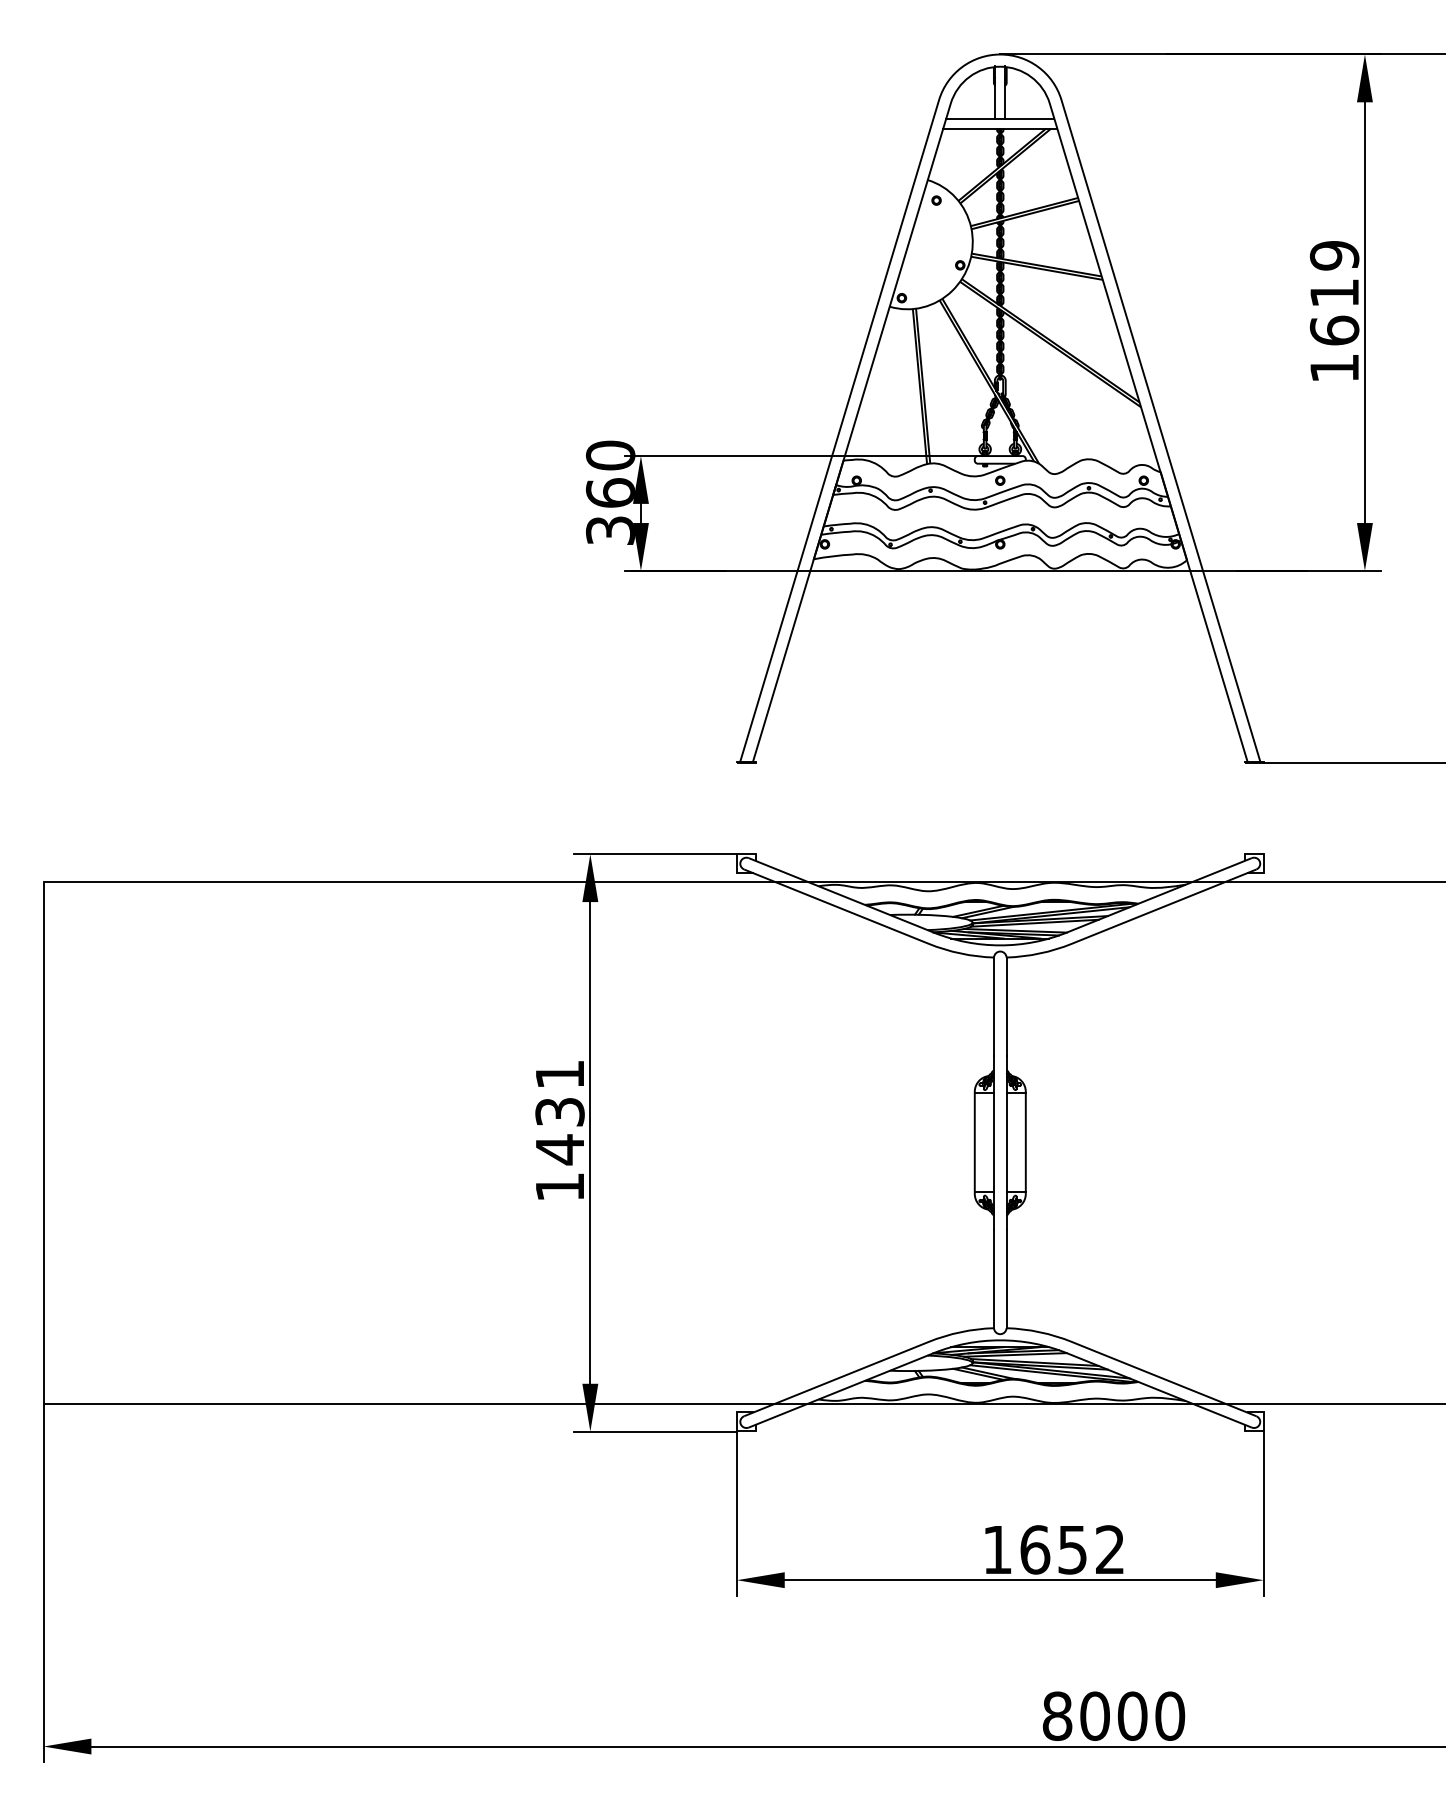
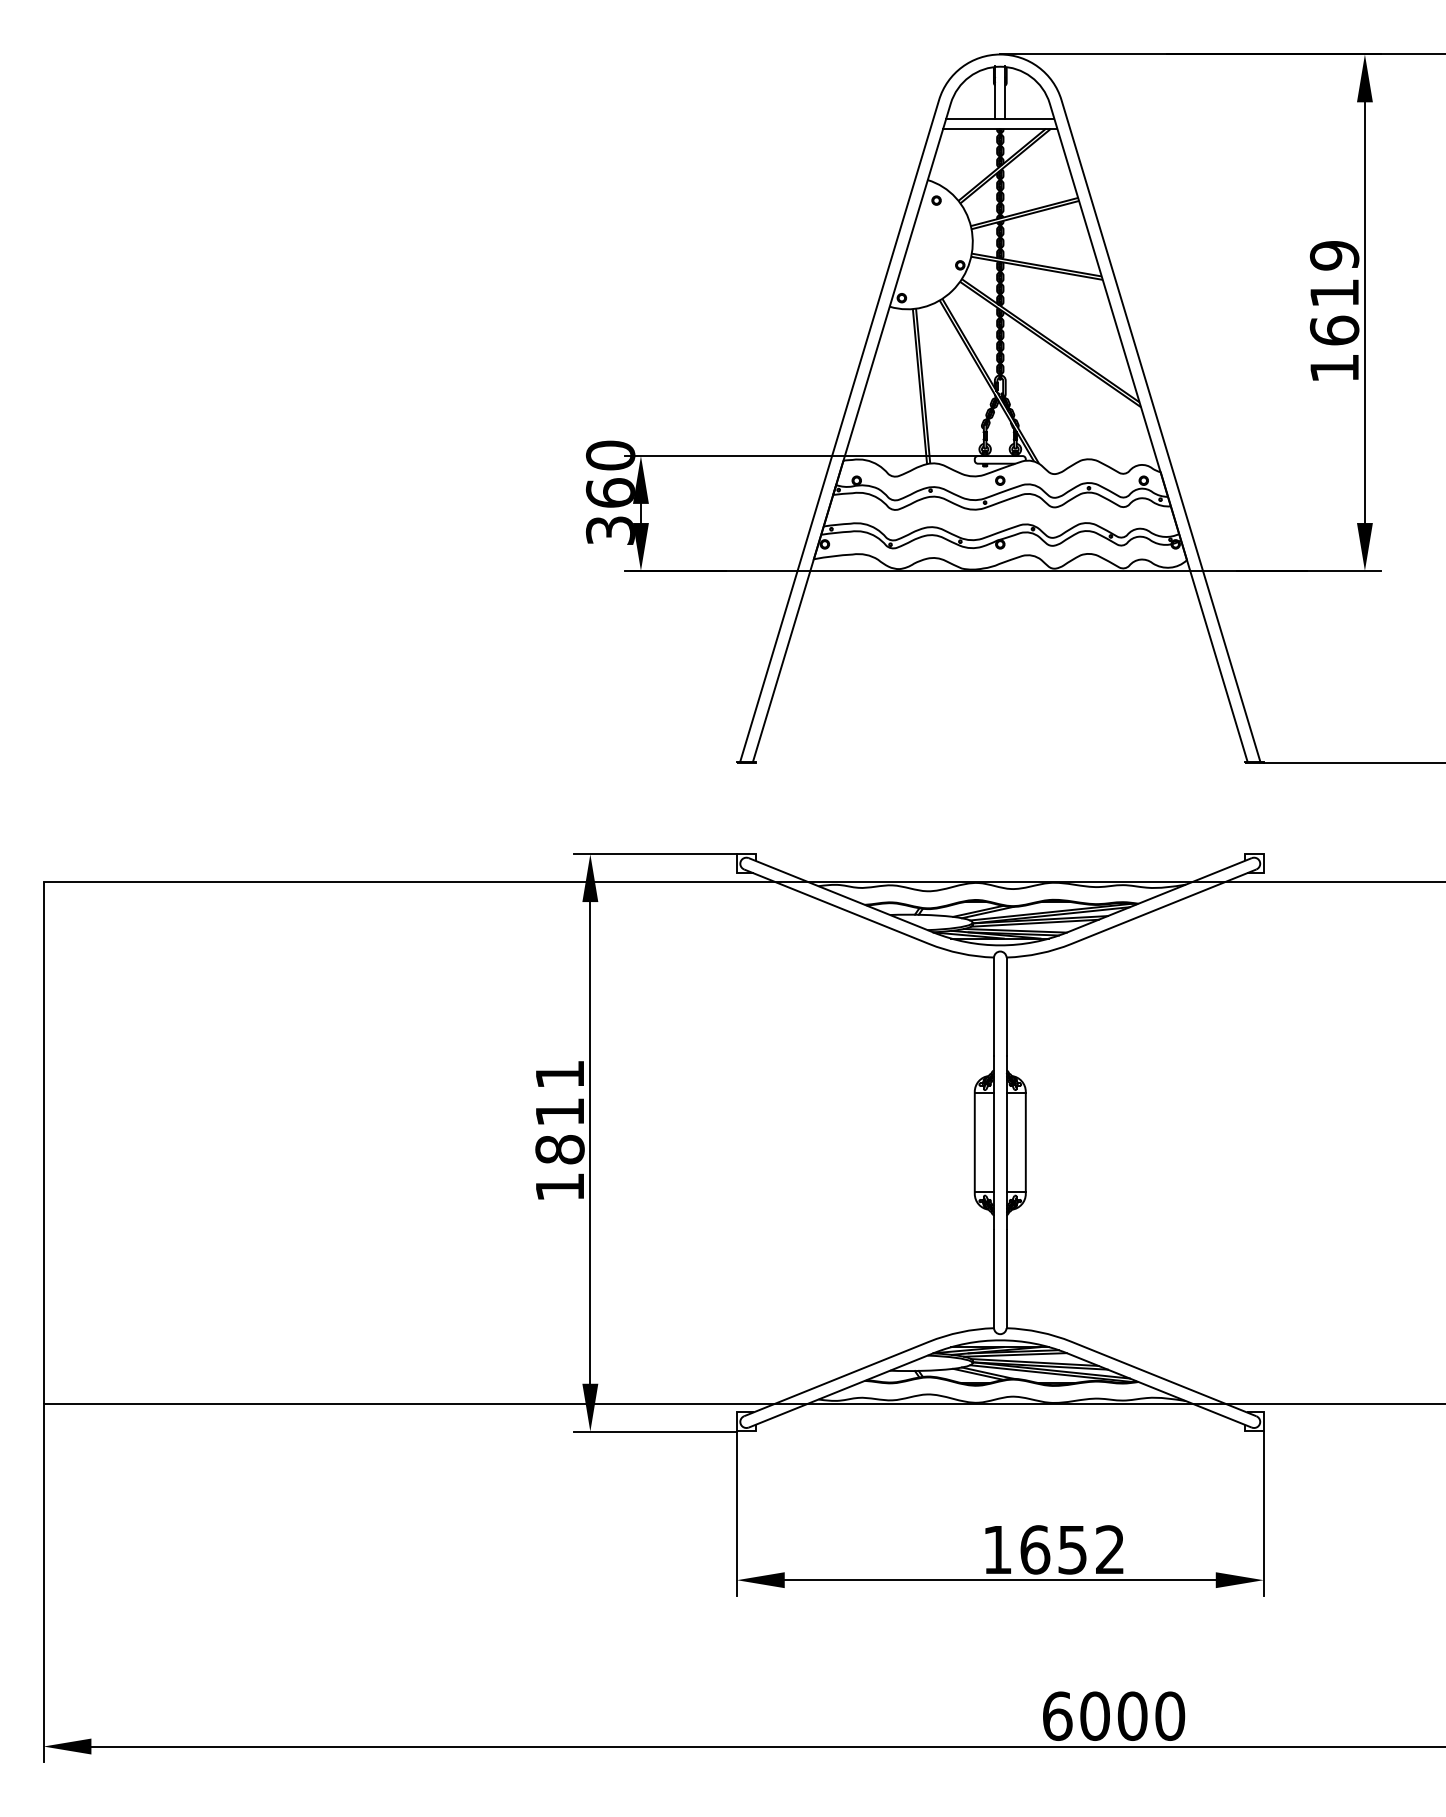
text at (559, 1131): 1431 -> 1811
text at (1057, 1715): 8000 -> 6000
